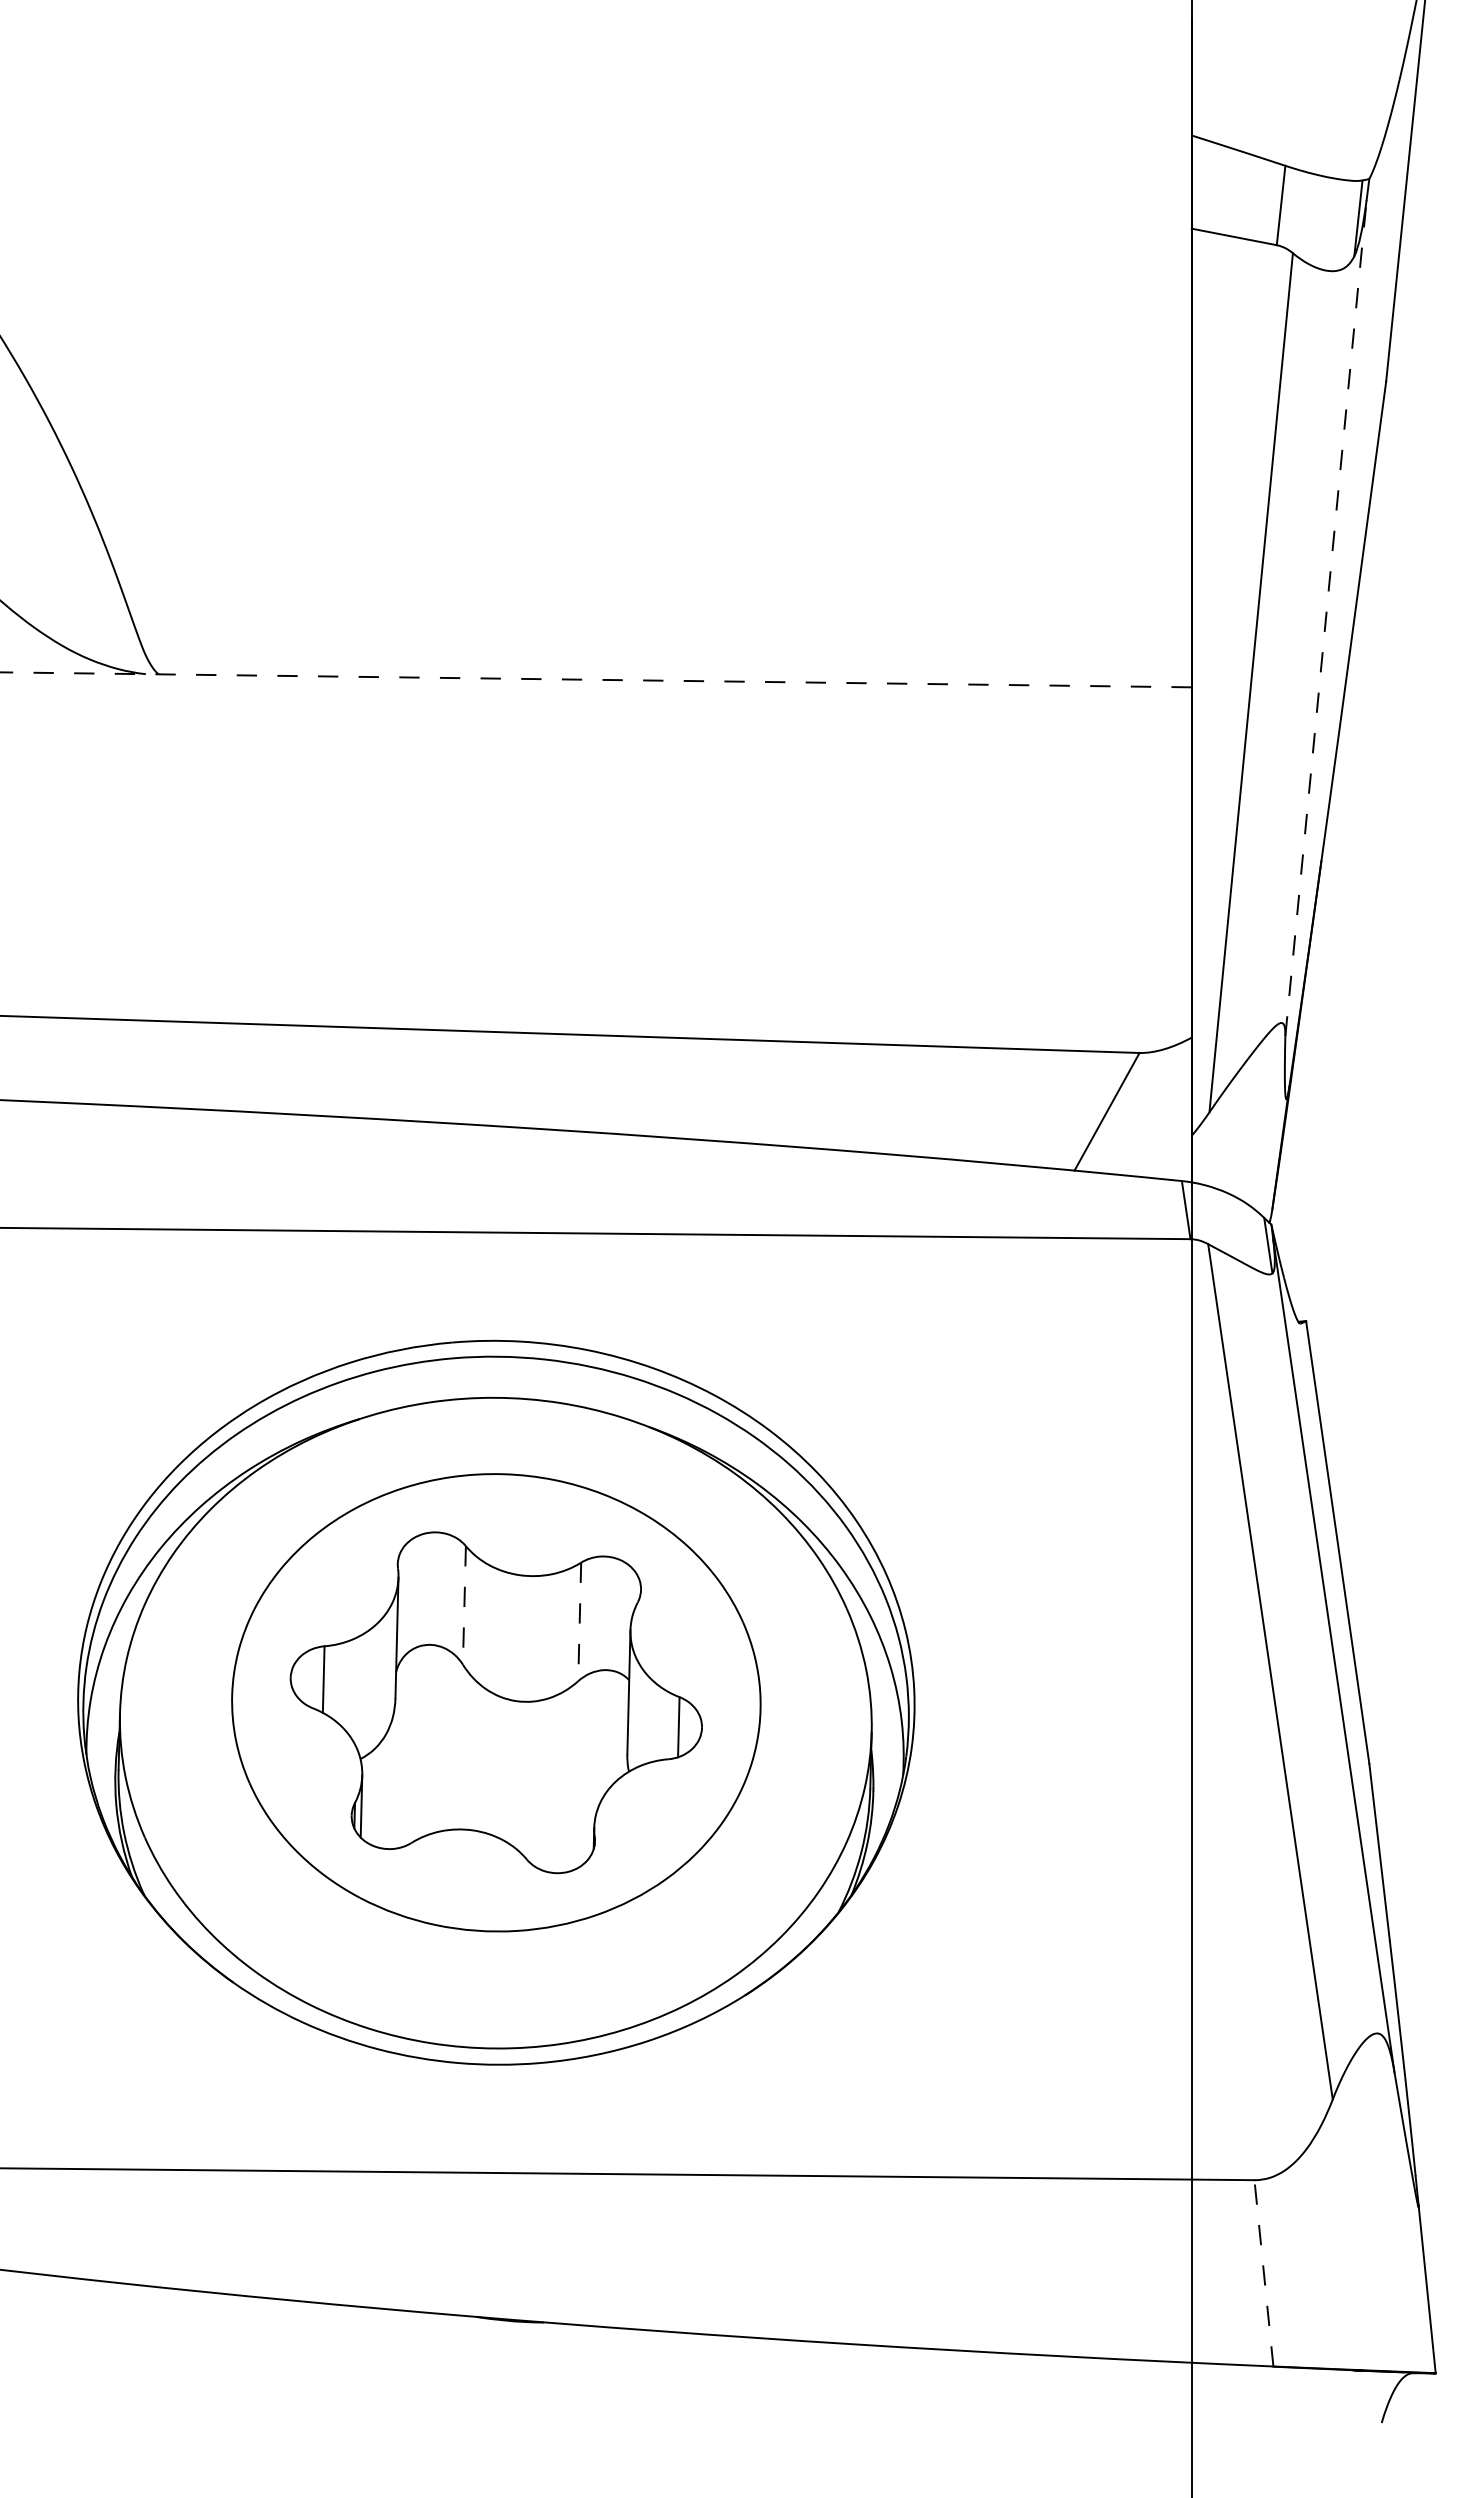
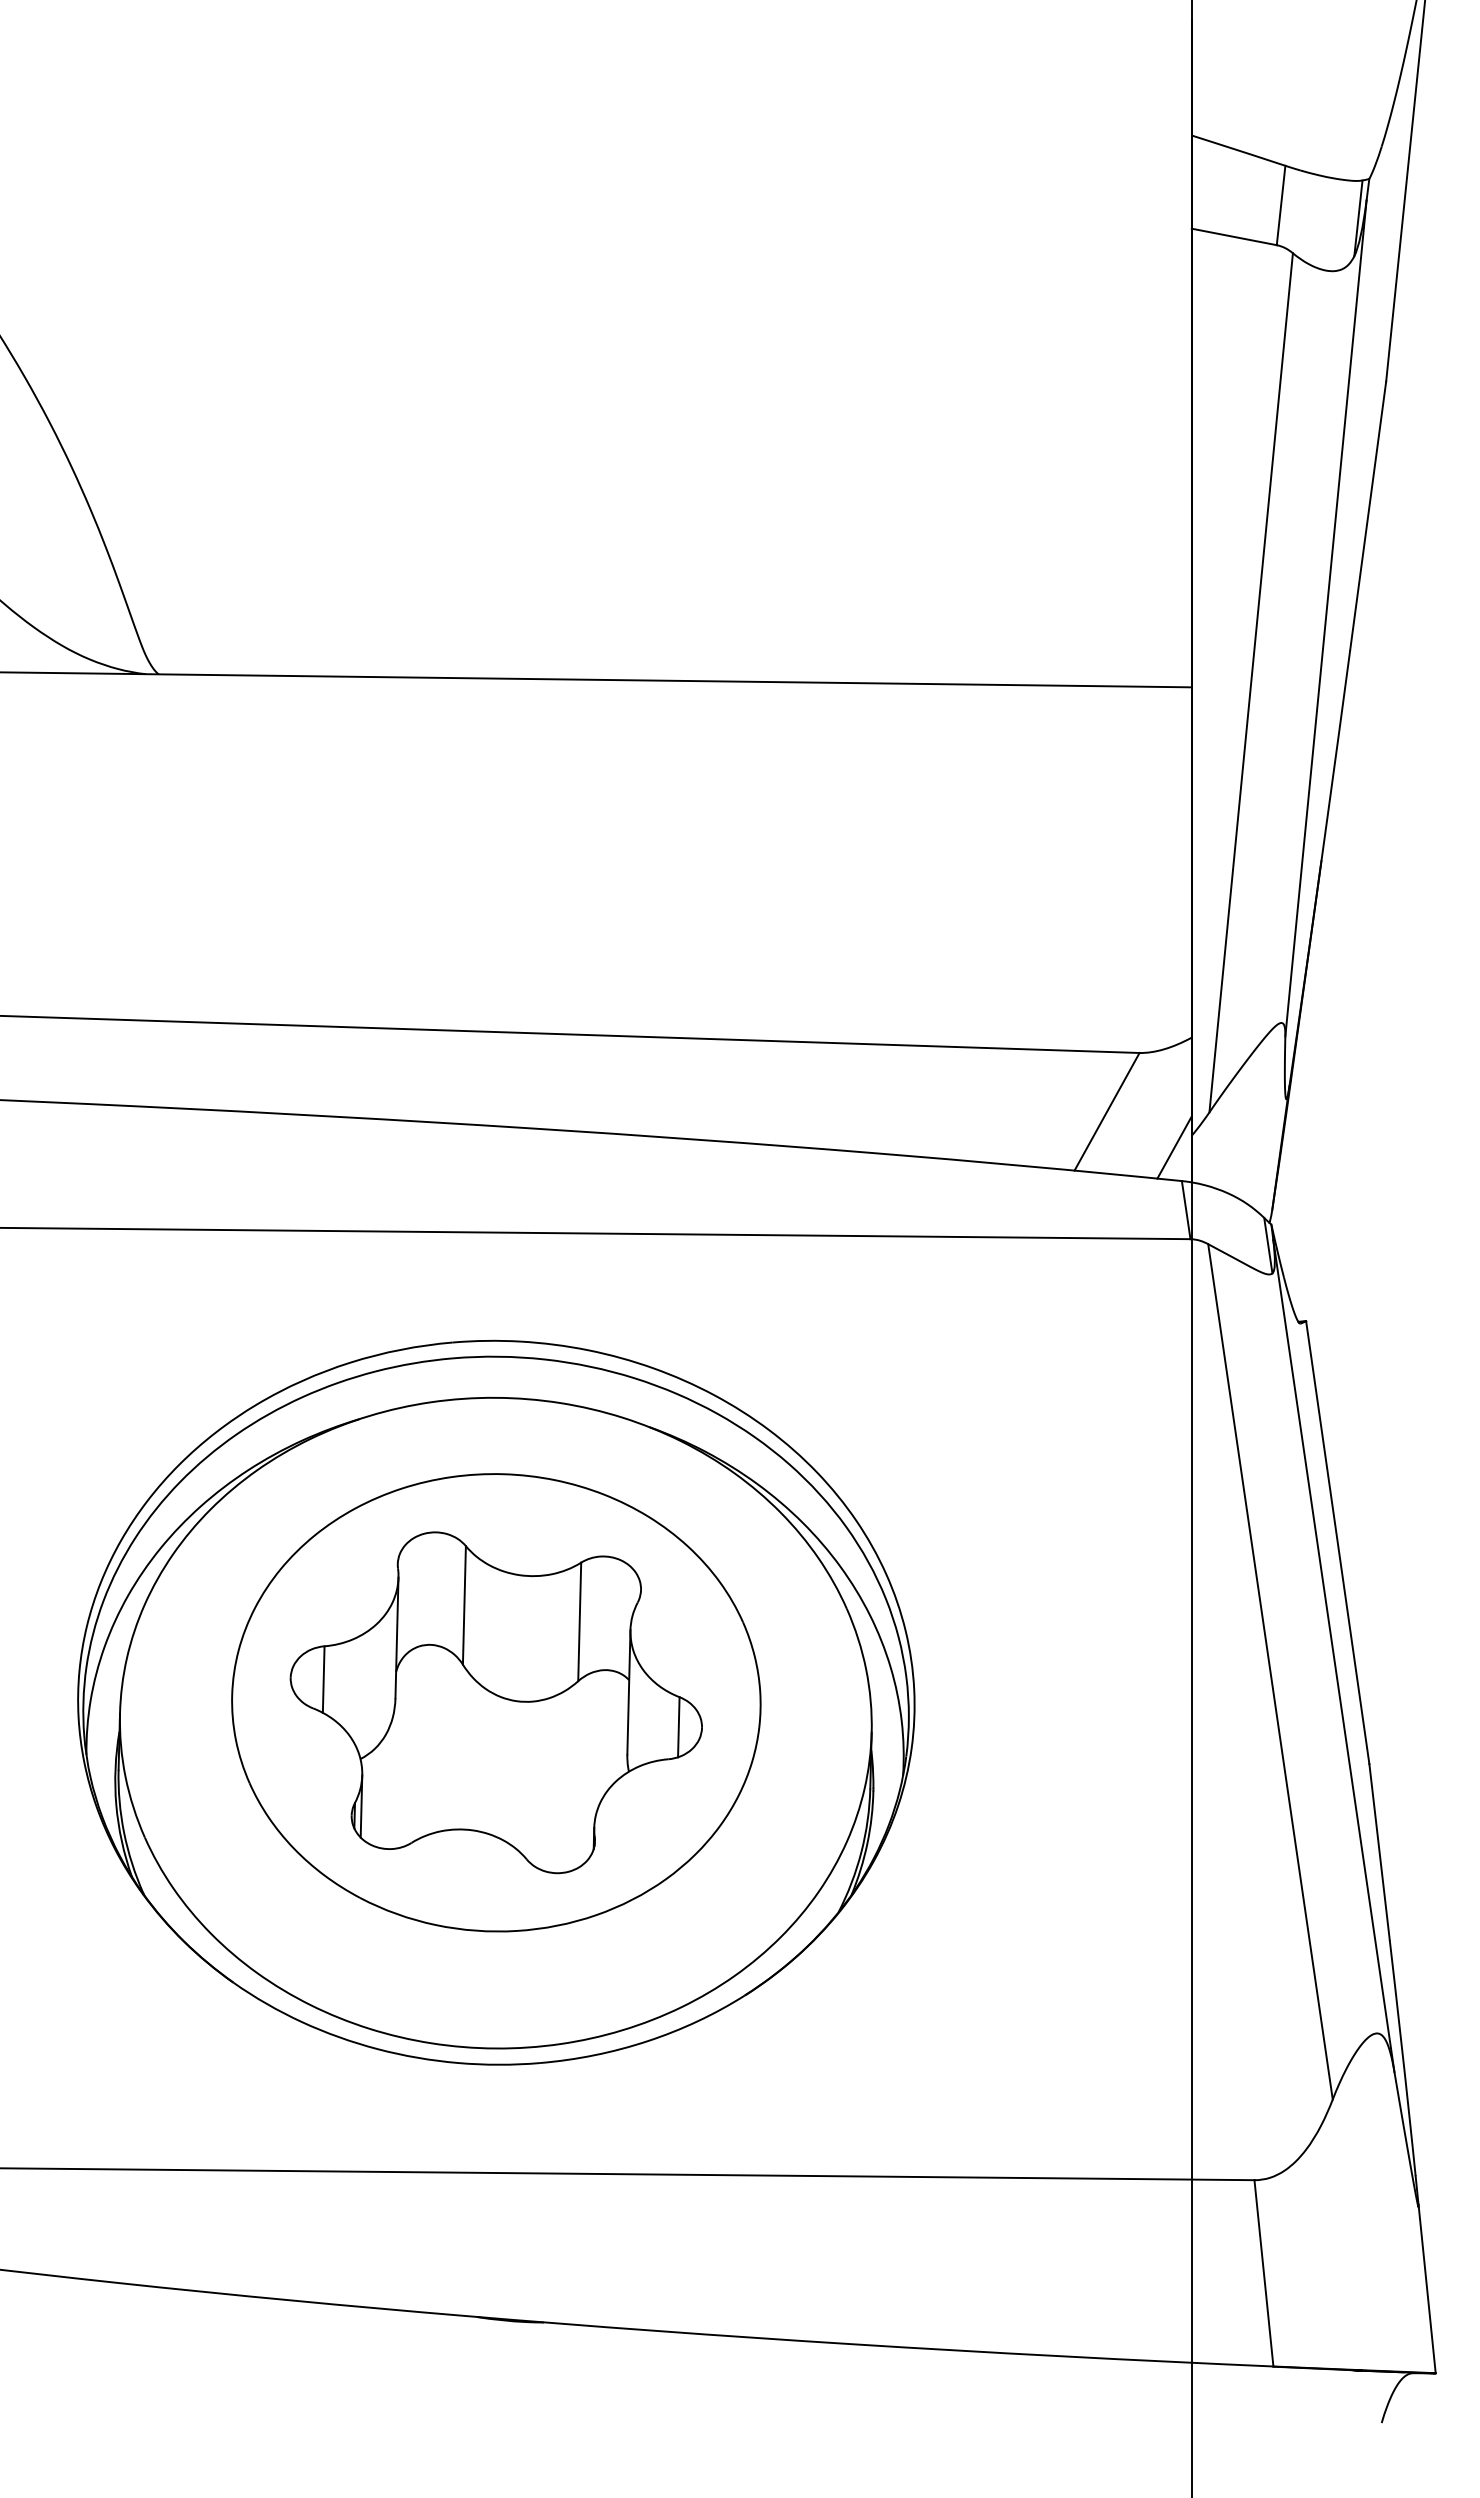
line at (1326, 617): dashed -> solid
line at (595, 679): dashed -> solid
line at (1174, 1147): none -> present
line at (464, 1605): dashed -> solid
line at (579, 1622): dashed -> solid
line at (1263, 2273): dashed -> solid
